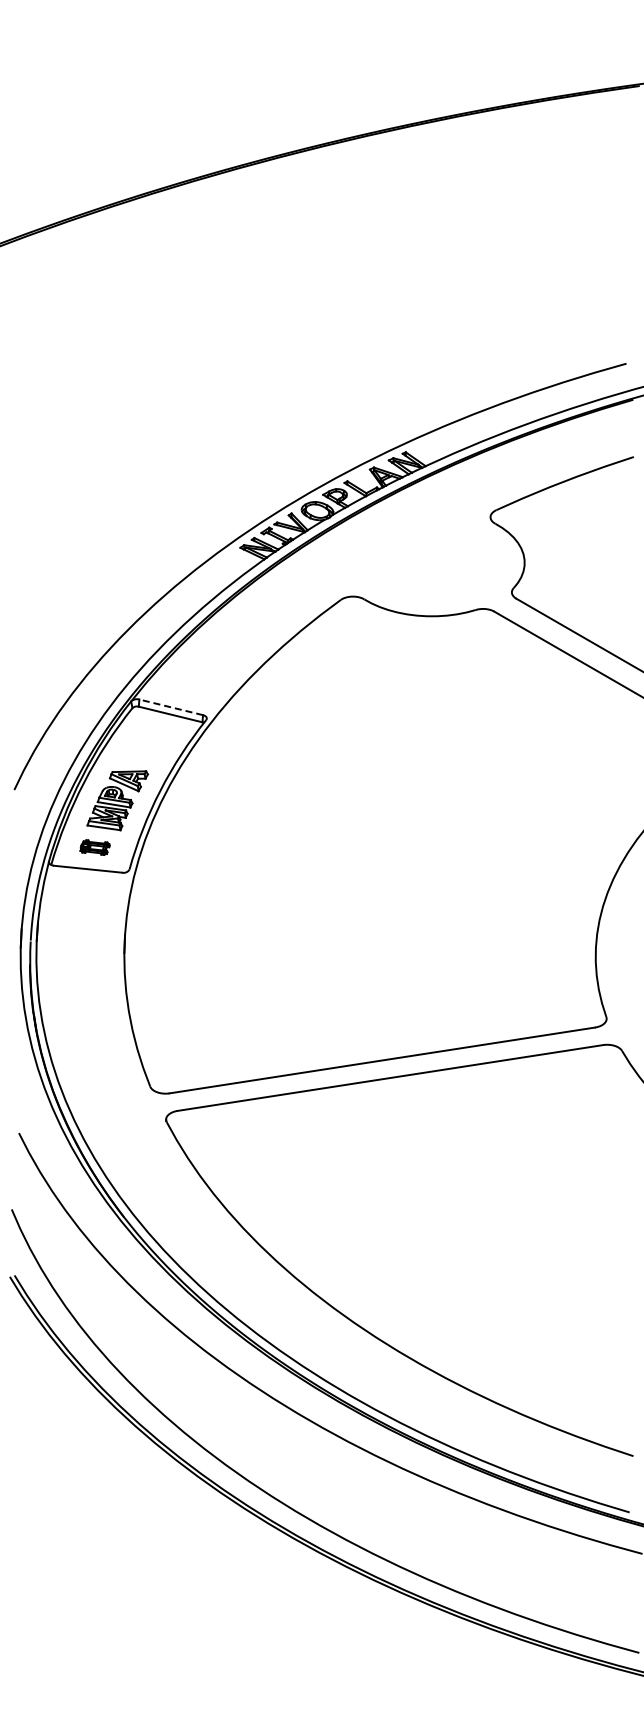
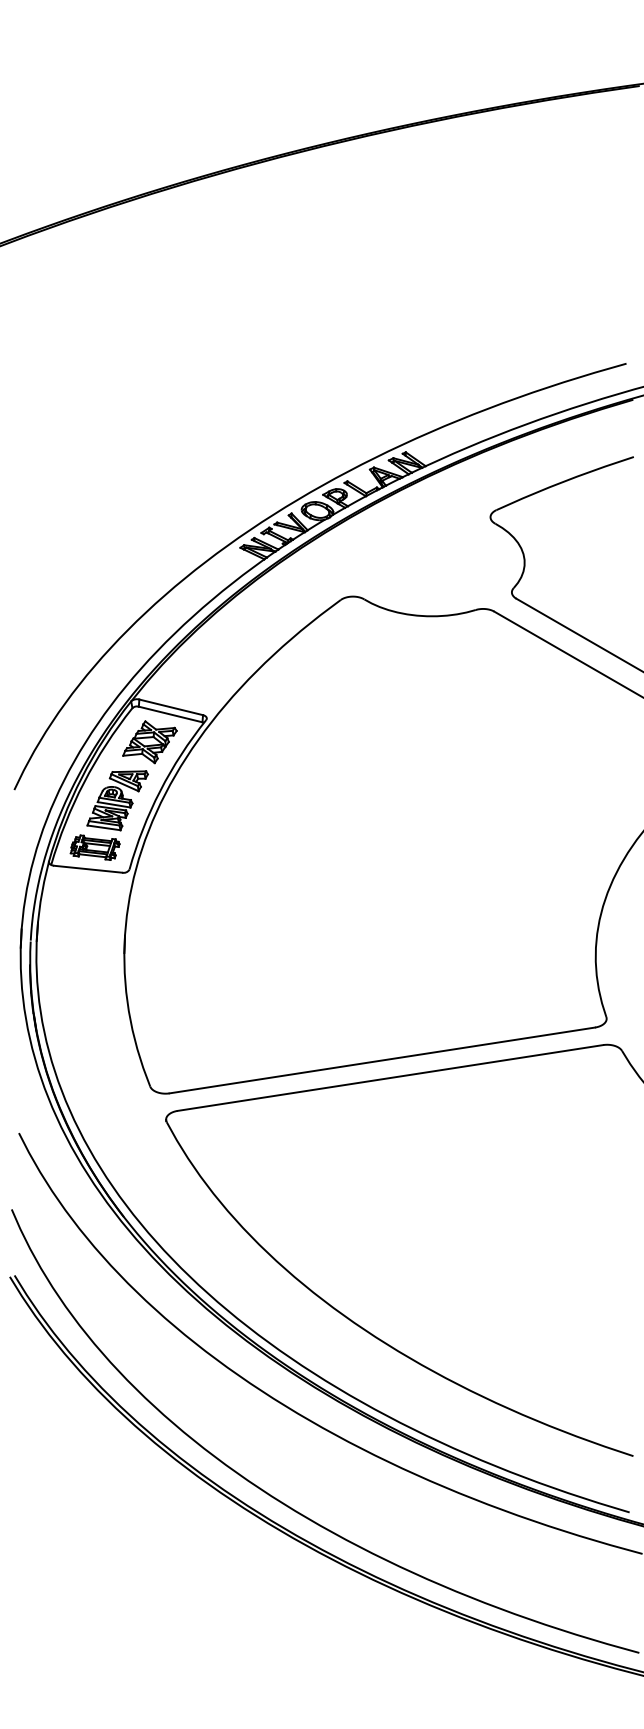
line at (171, 707): dashed -> solid
part at (149, 742): none -> present
part at (94, 847) size: 32x17 px -> 52x27 px
